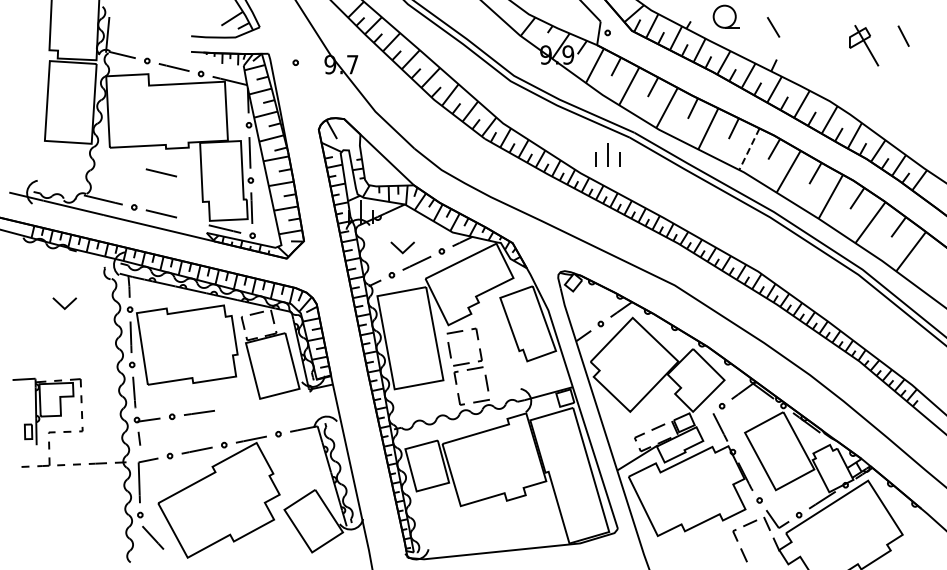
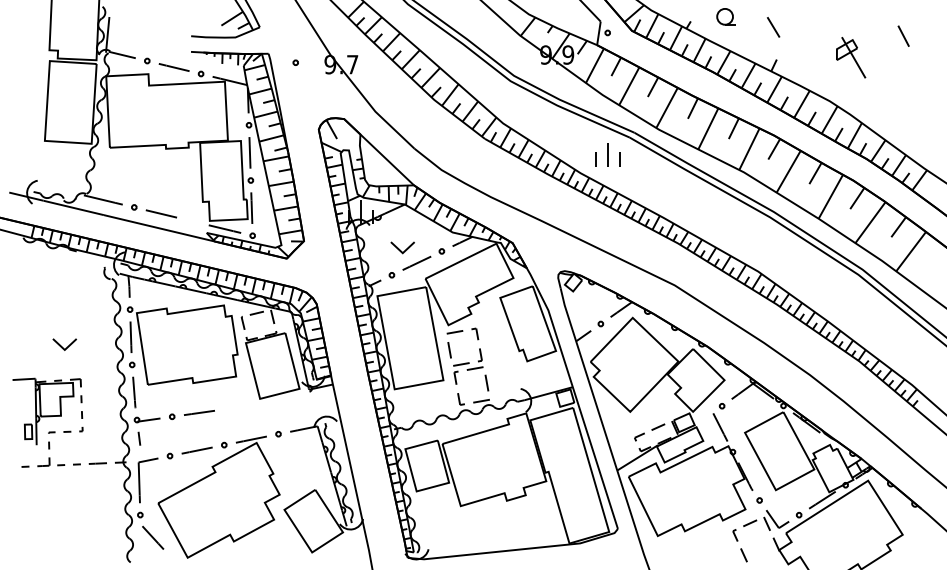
part at (725, 16) size: 28x25 px -> 20x18 px
part at (864, 45) position: (864, 45) -> (851, 57)
line at (749, 149): dashed -> solid
line at (160, 172): present -> none
part at (64, 303) position: (64, 303) -> (64, 344)
